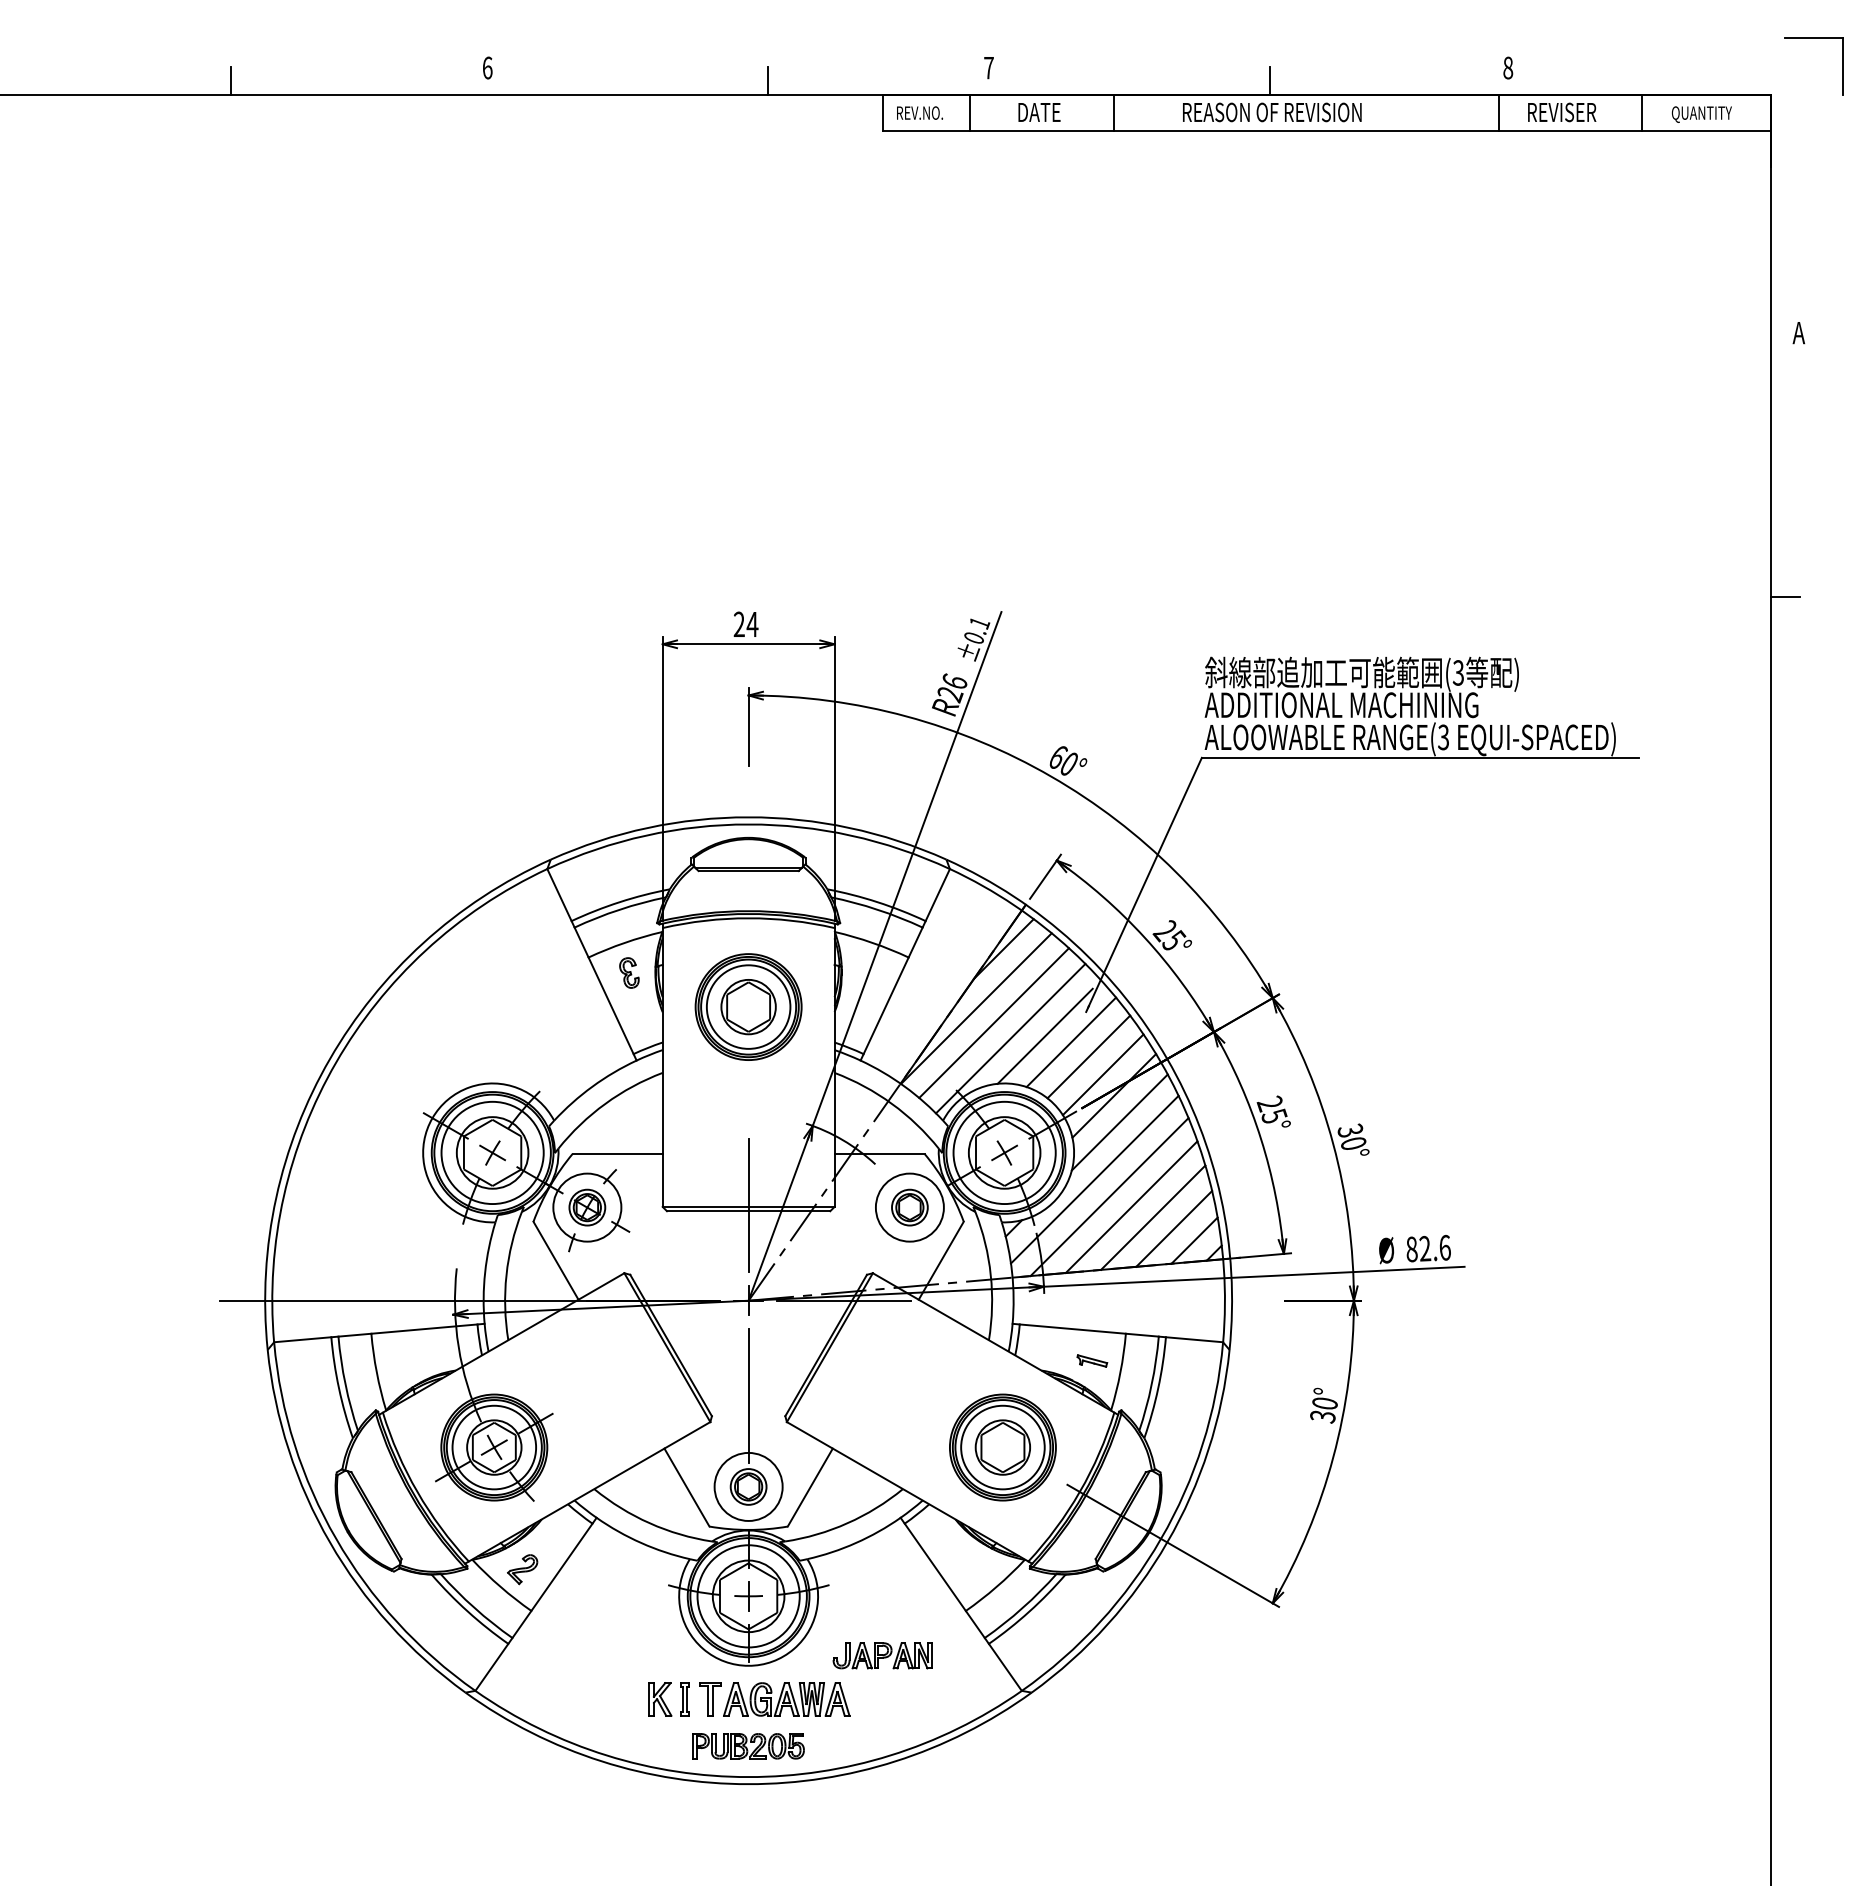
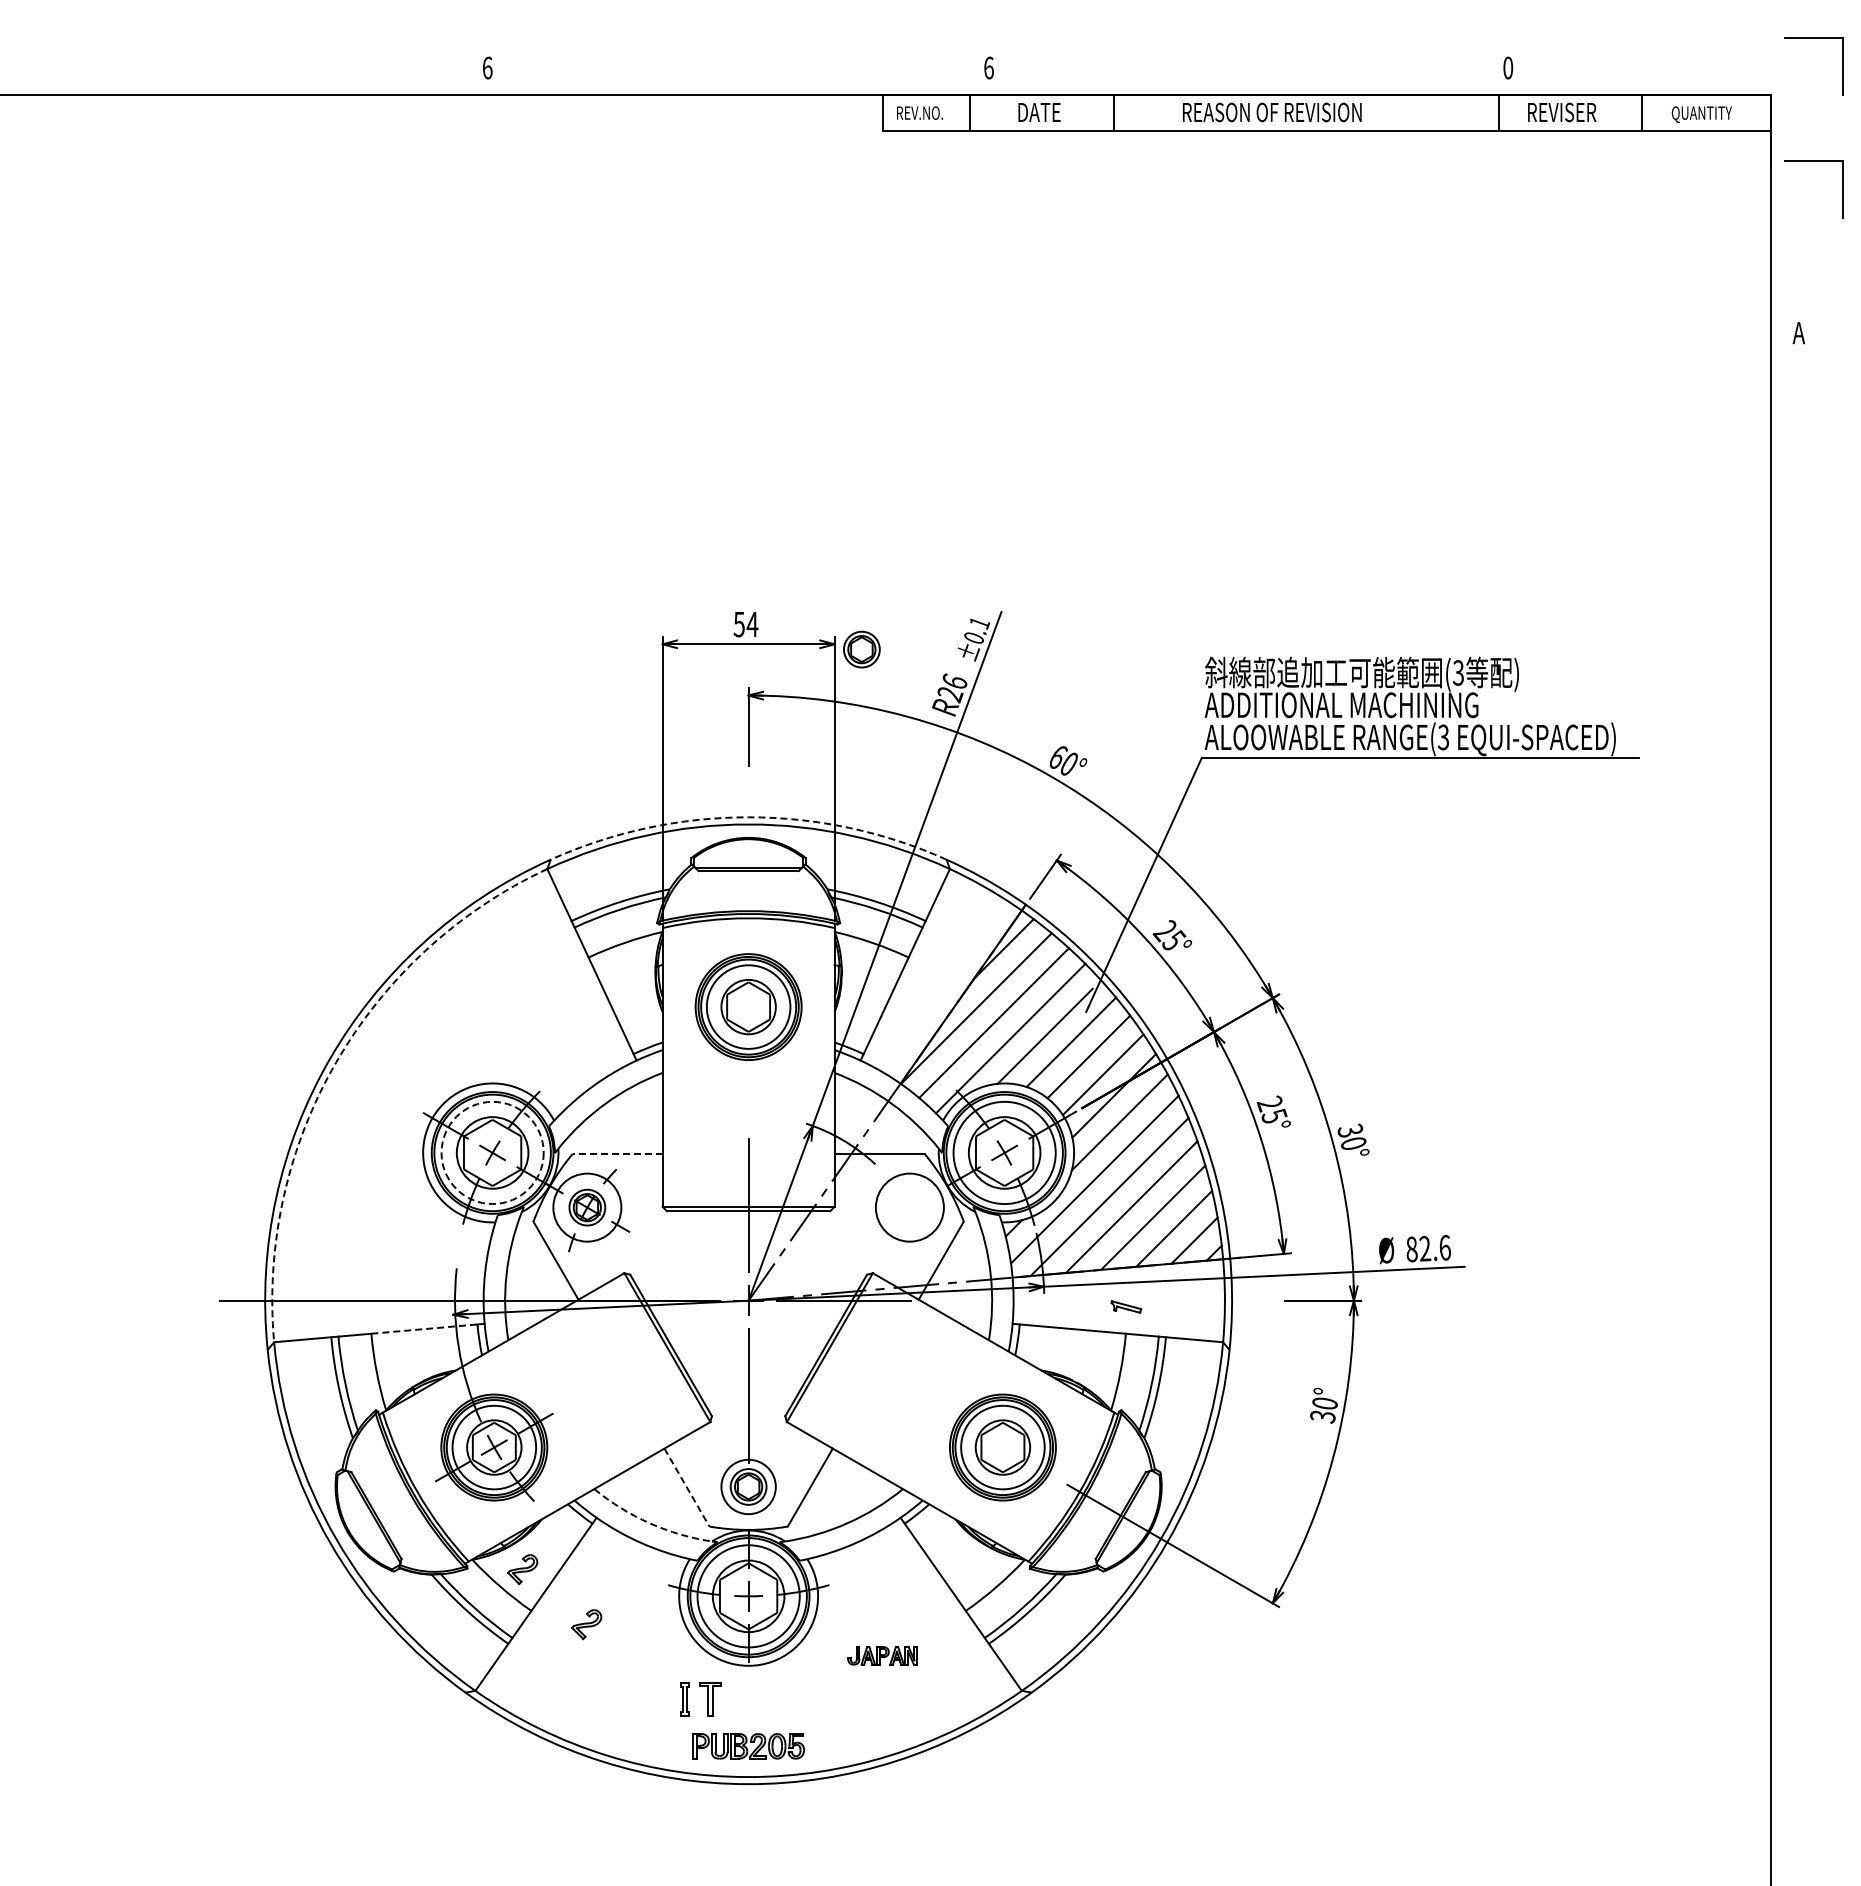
text at (988, 67): 7 -> 6
text at (1508, 68): 8 -> 0
line at (231, 80): present -> none
line at (768, 80): present -> none
line at (1269, 80): present -> none
part at (1813, 161): none -> present
line at (1784, 596): present -> none
text at (738, 624): 24 -> 54
arc at (748, 817): solid -> dashed
part at (629, 972): present -> none
arc at (336, 1062): solid -> dashed
circle at (492, 1152): solid -> dashed
line at (617, 1153): solid -> dashed
part at (909, 1207) position: (909, 1207) -> (861, 649)
line at (424, 1329): solid -> dashed
part at (1092, 1360) position: (1092, 1360) -> (1126, 1306)
circle at (748, 1486) diameter: 68 px -> 54 px
line at (687, 1488): solid -> dashed
arc at (649, 1523): solid -> dashed
part at (586, 1624): none -> present
part at (882, 1655) size: 101x28 px -> 71x20 px
part at (660, 1699): present -> none
part at (786, 1699): present -> none
